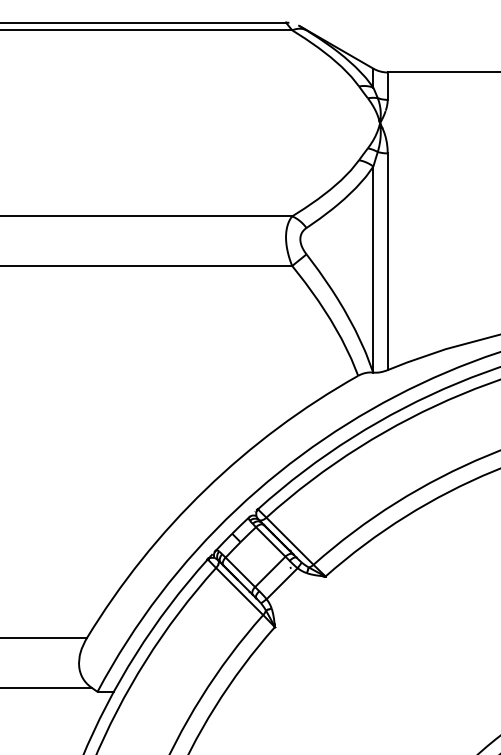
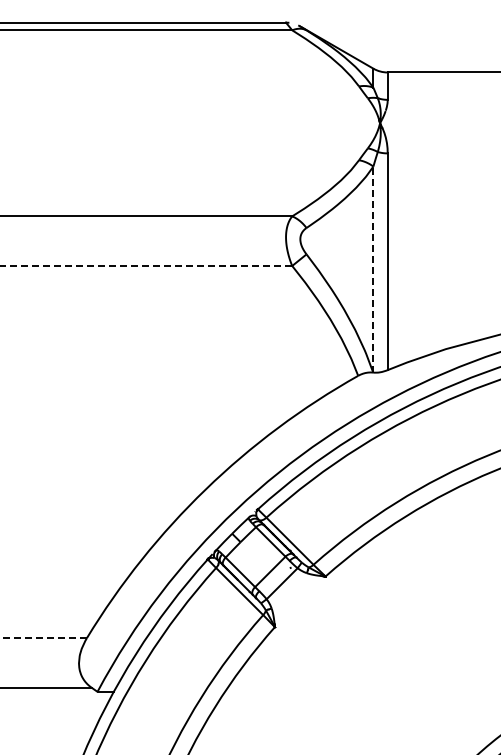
line at (146, 265): solid -> dashed
line at (373, 269): solid -> dashed
line at (43, 638): solid -> dashed
